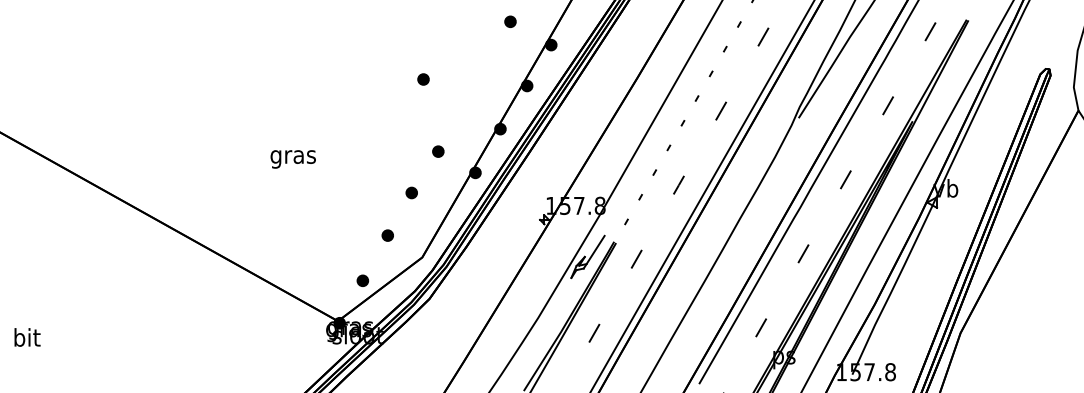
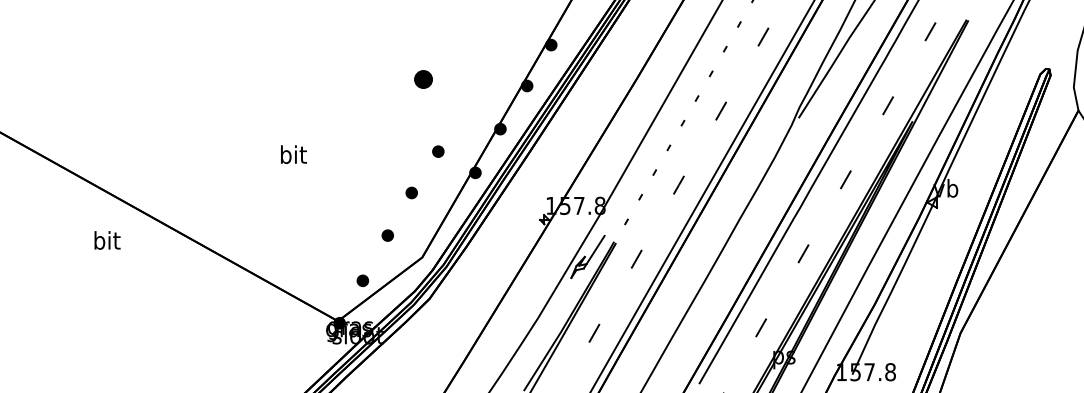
part at (510, 21): present -> none
part at (423, 79) size: 13x13 px -> 19x19 px
text at (292, 156): gras -> bit
text at (27, 337) position: (27, 337) -> (107, 240)
